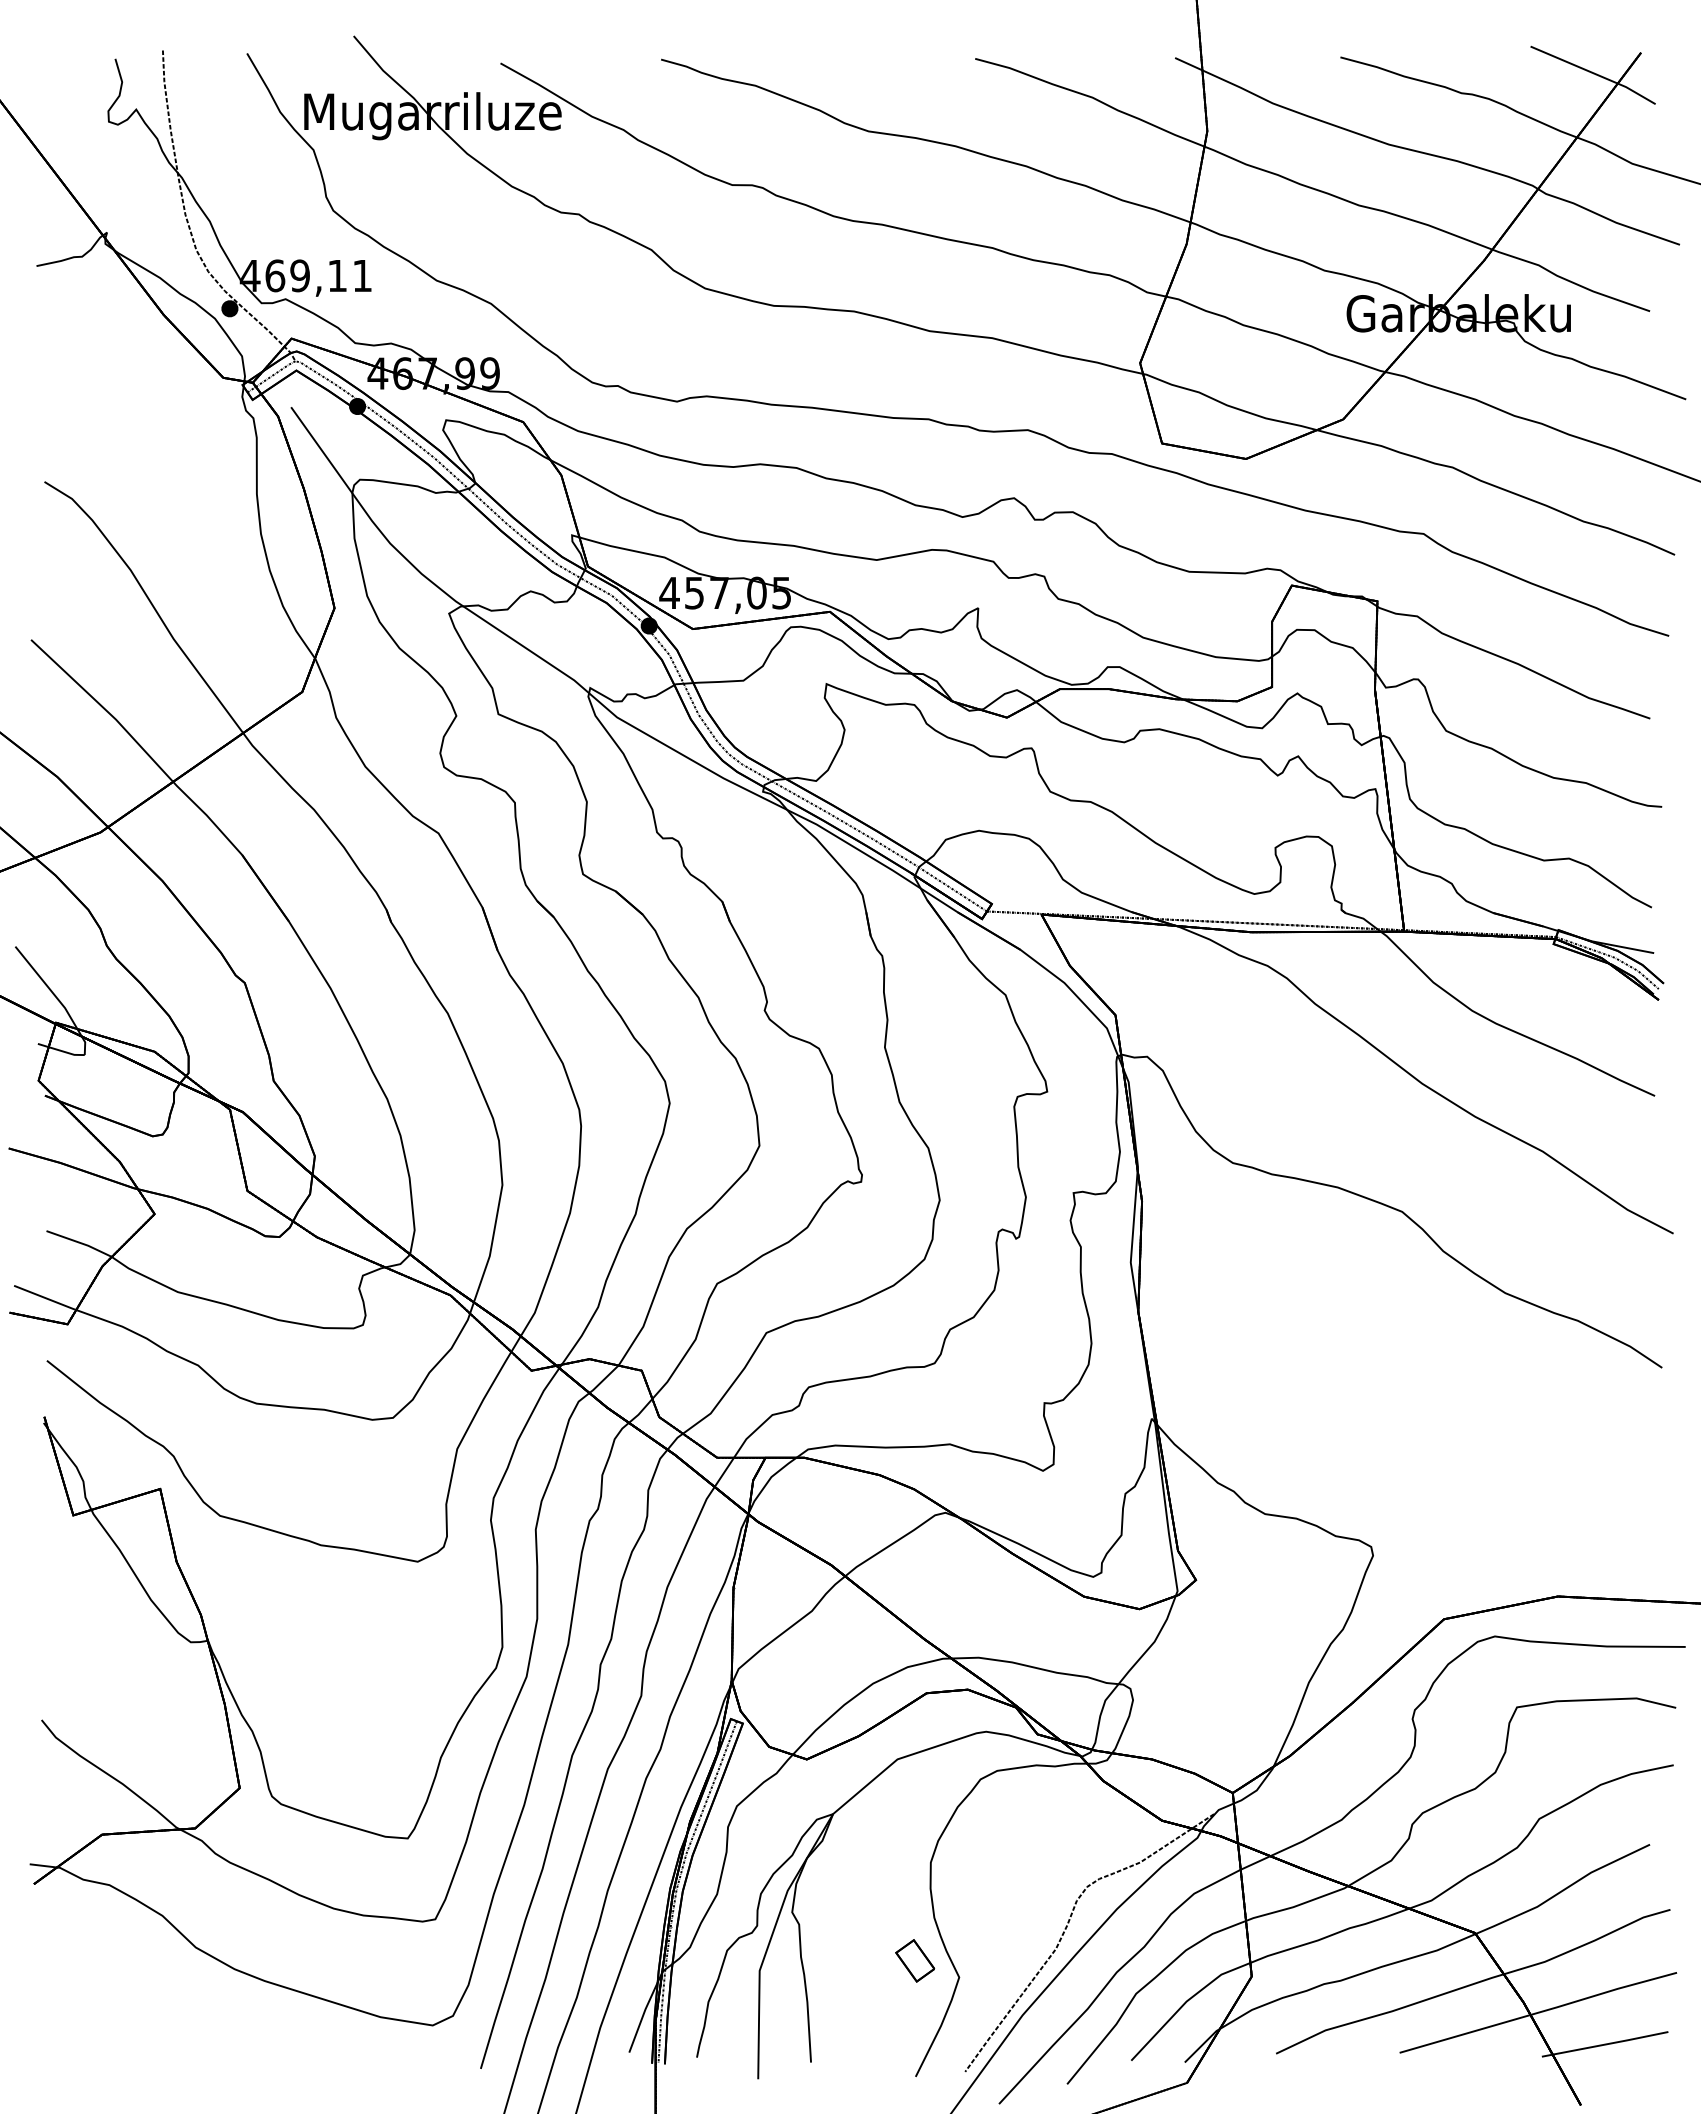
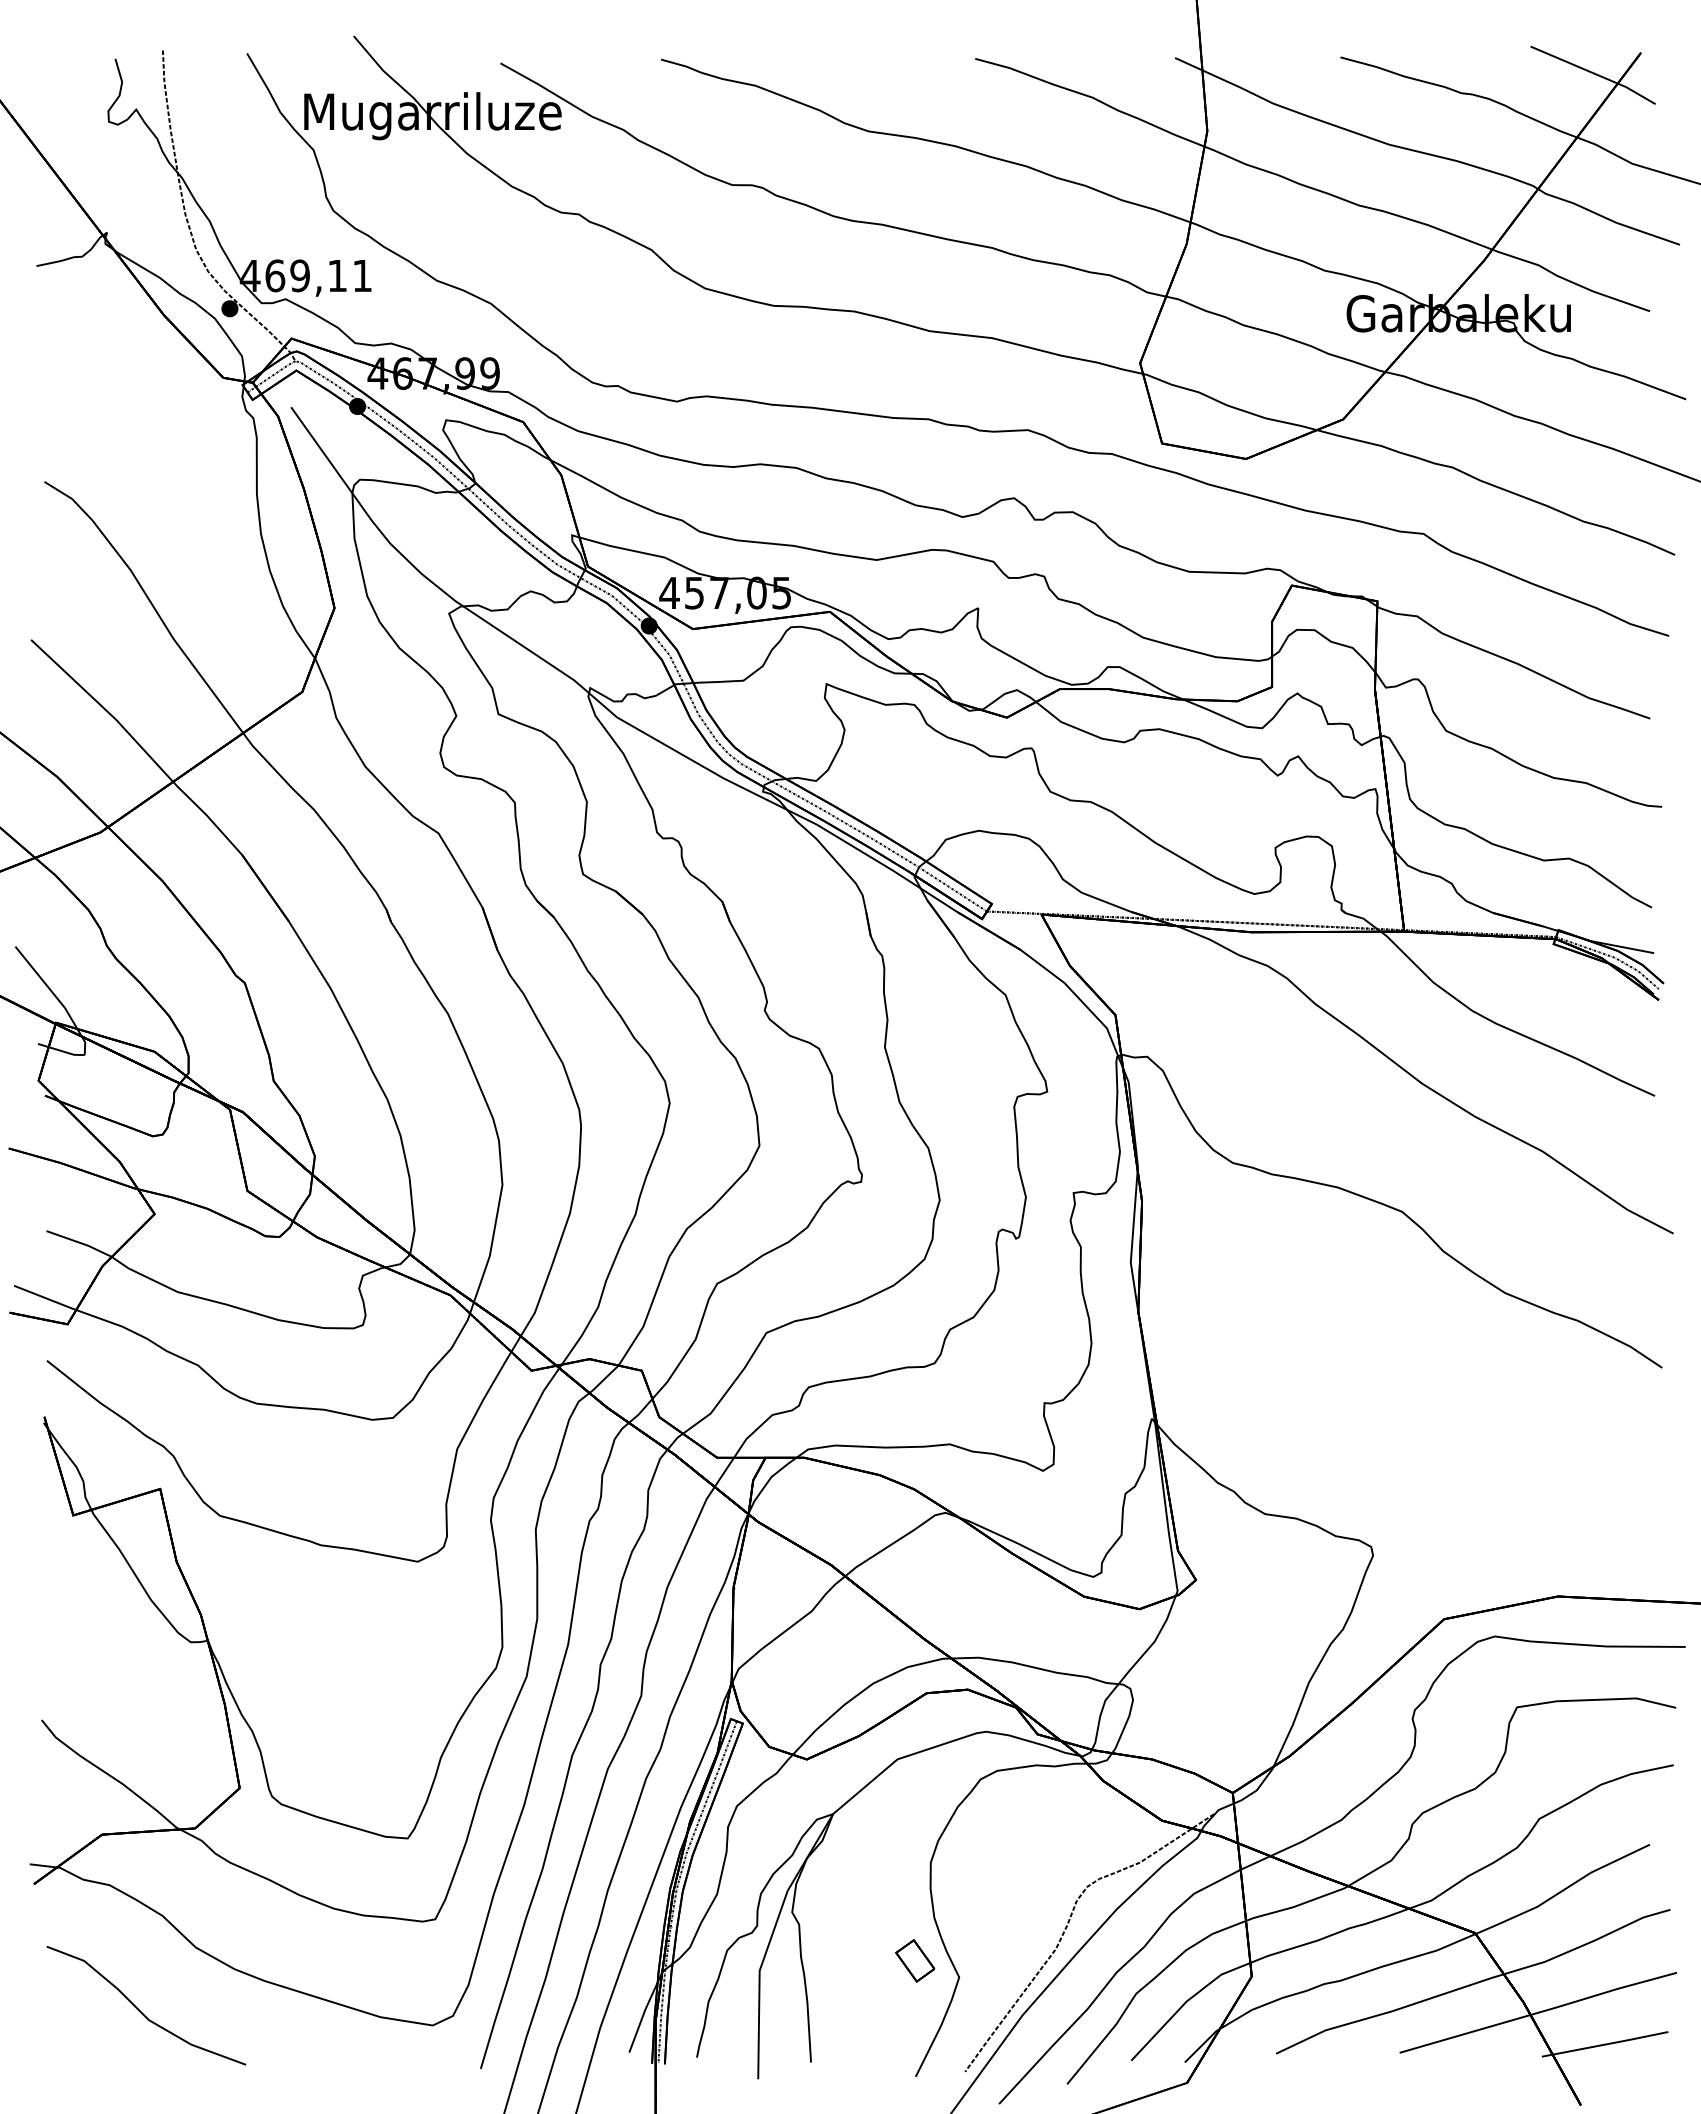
curve at (140, 2010): none -> present
